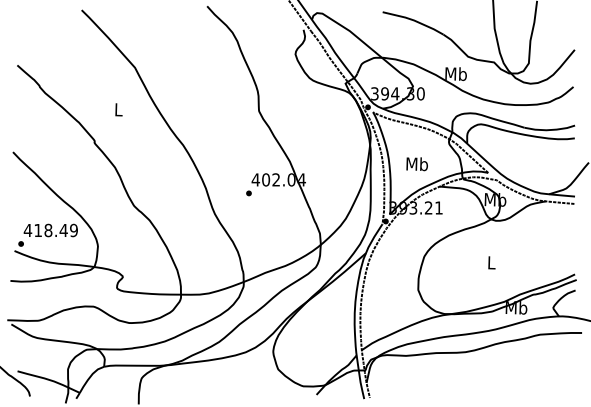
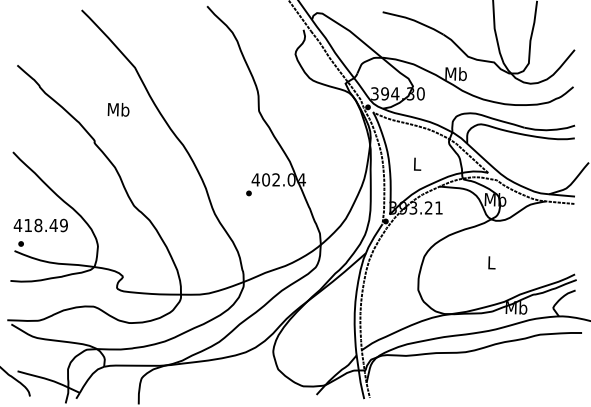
text at (118, 109): L -> Mb
text at (416, 164): Mb -> L
text at (50, 230) position: (50, 230) -> (40, 225)
